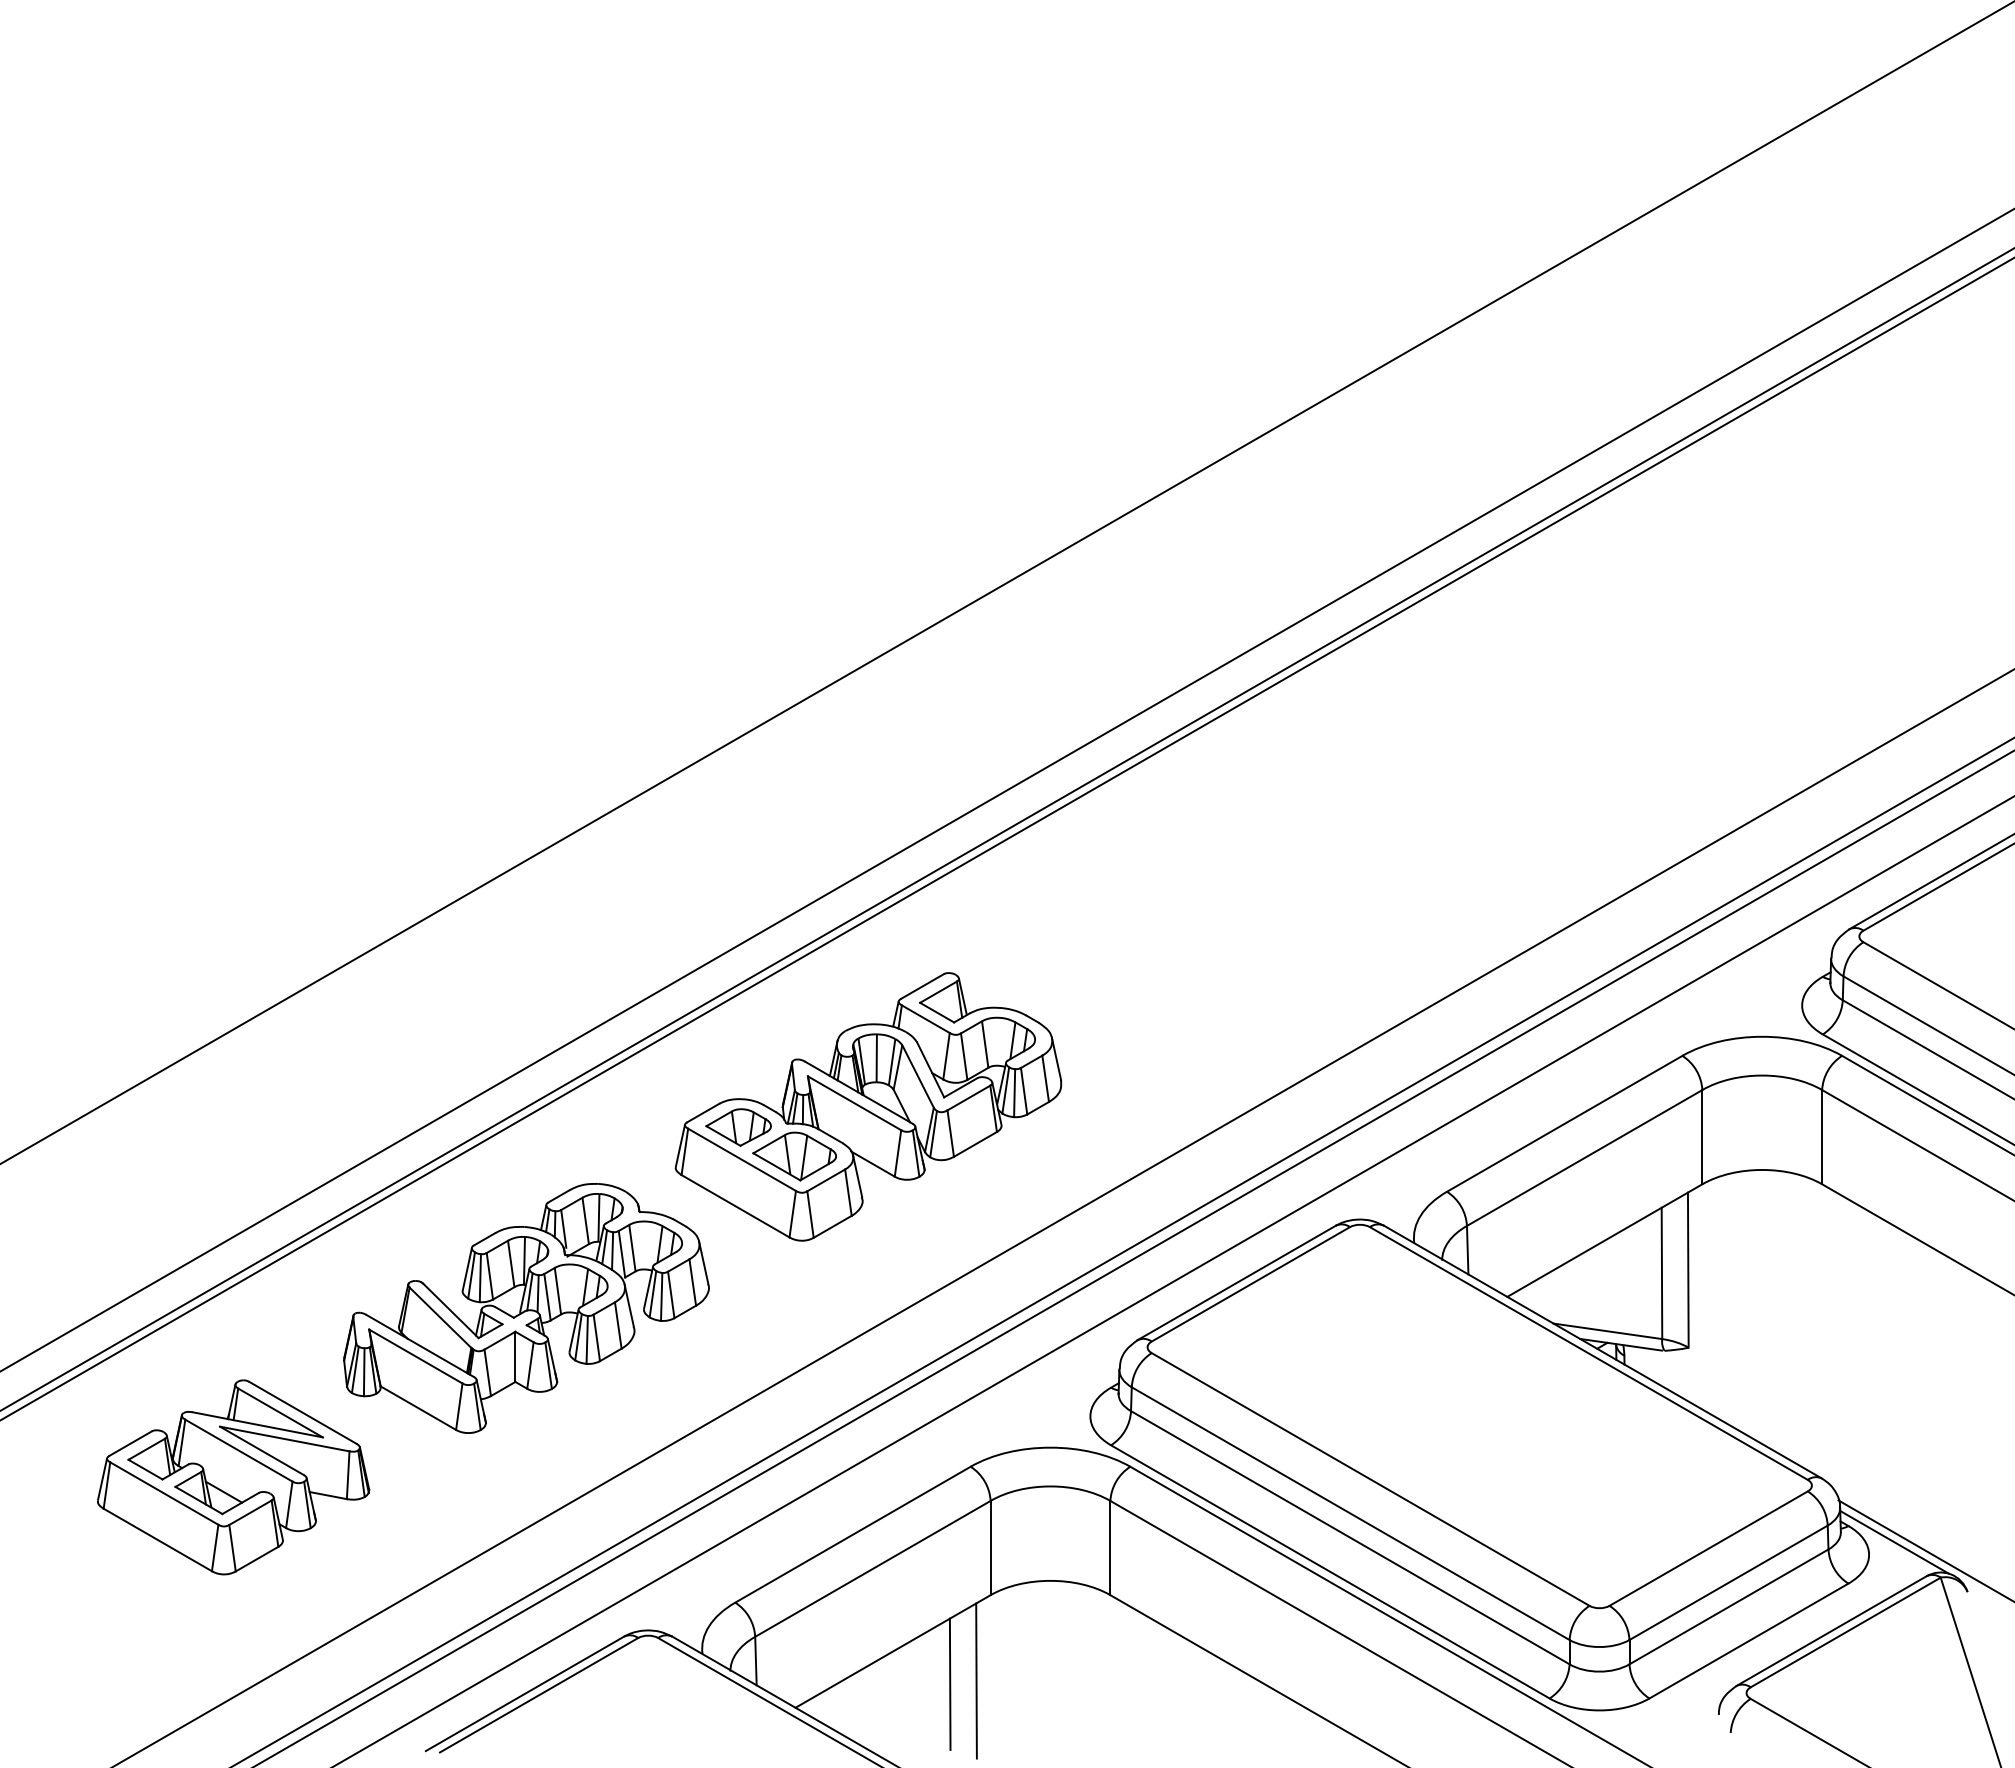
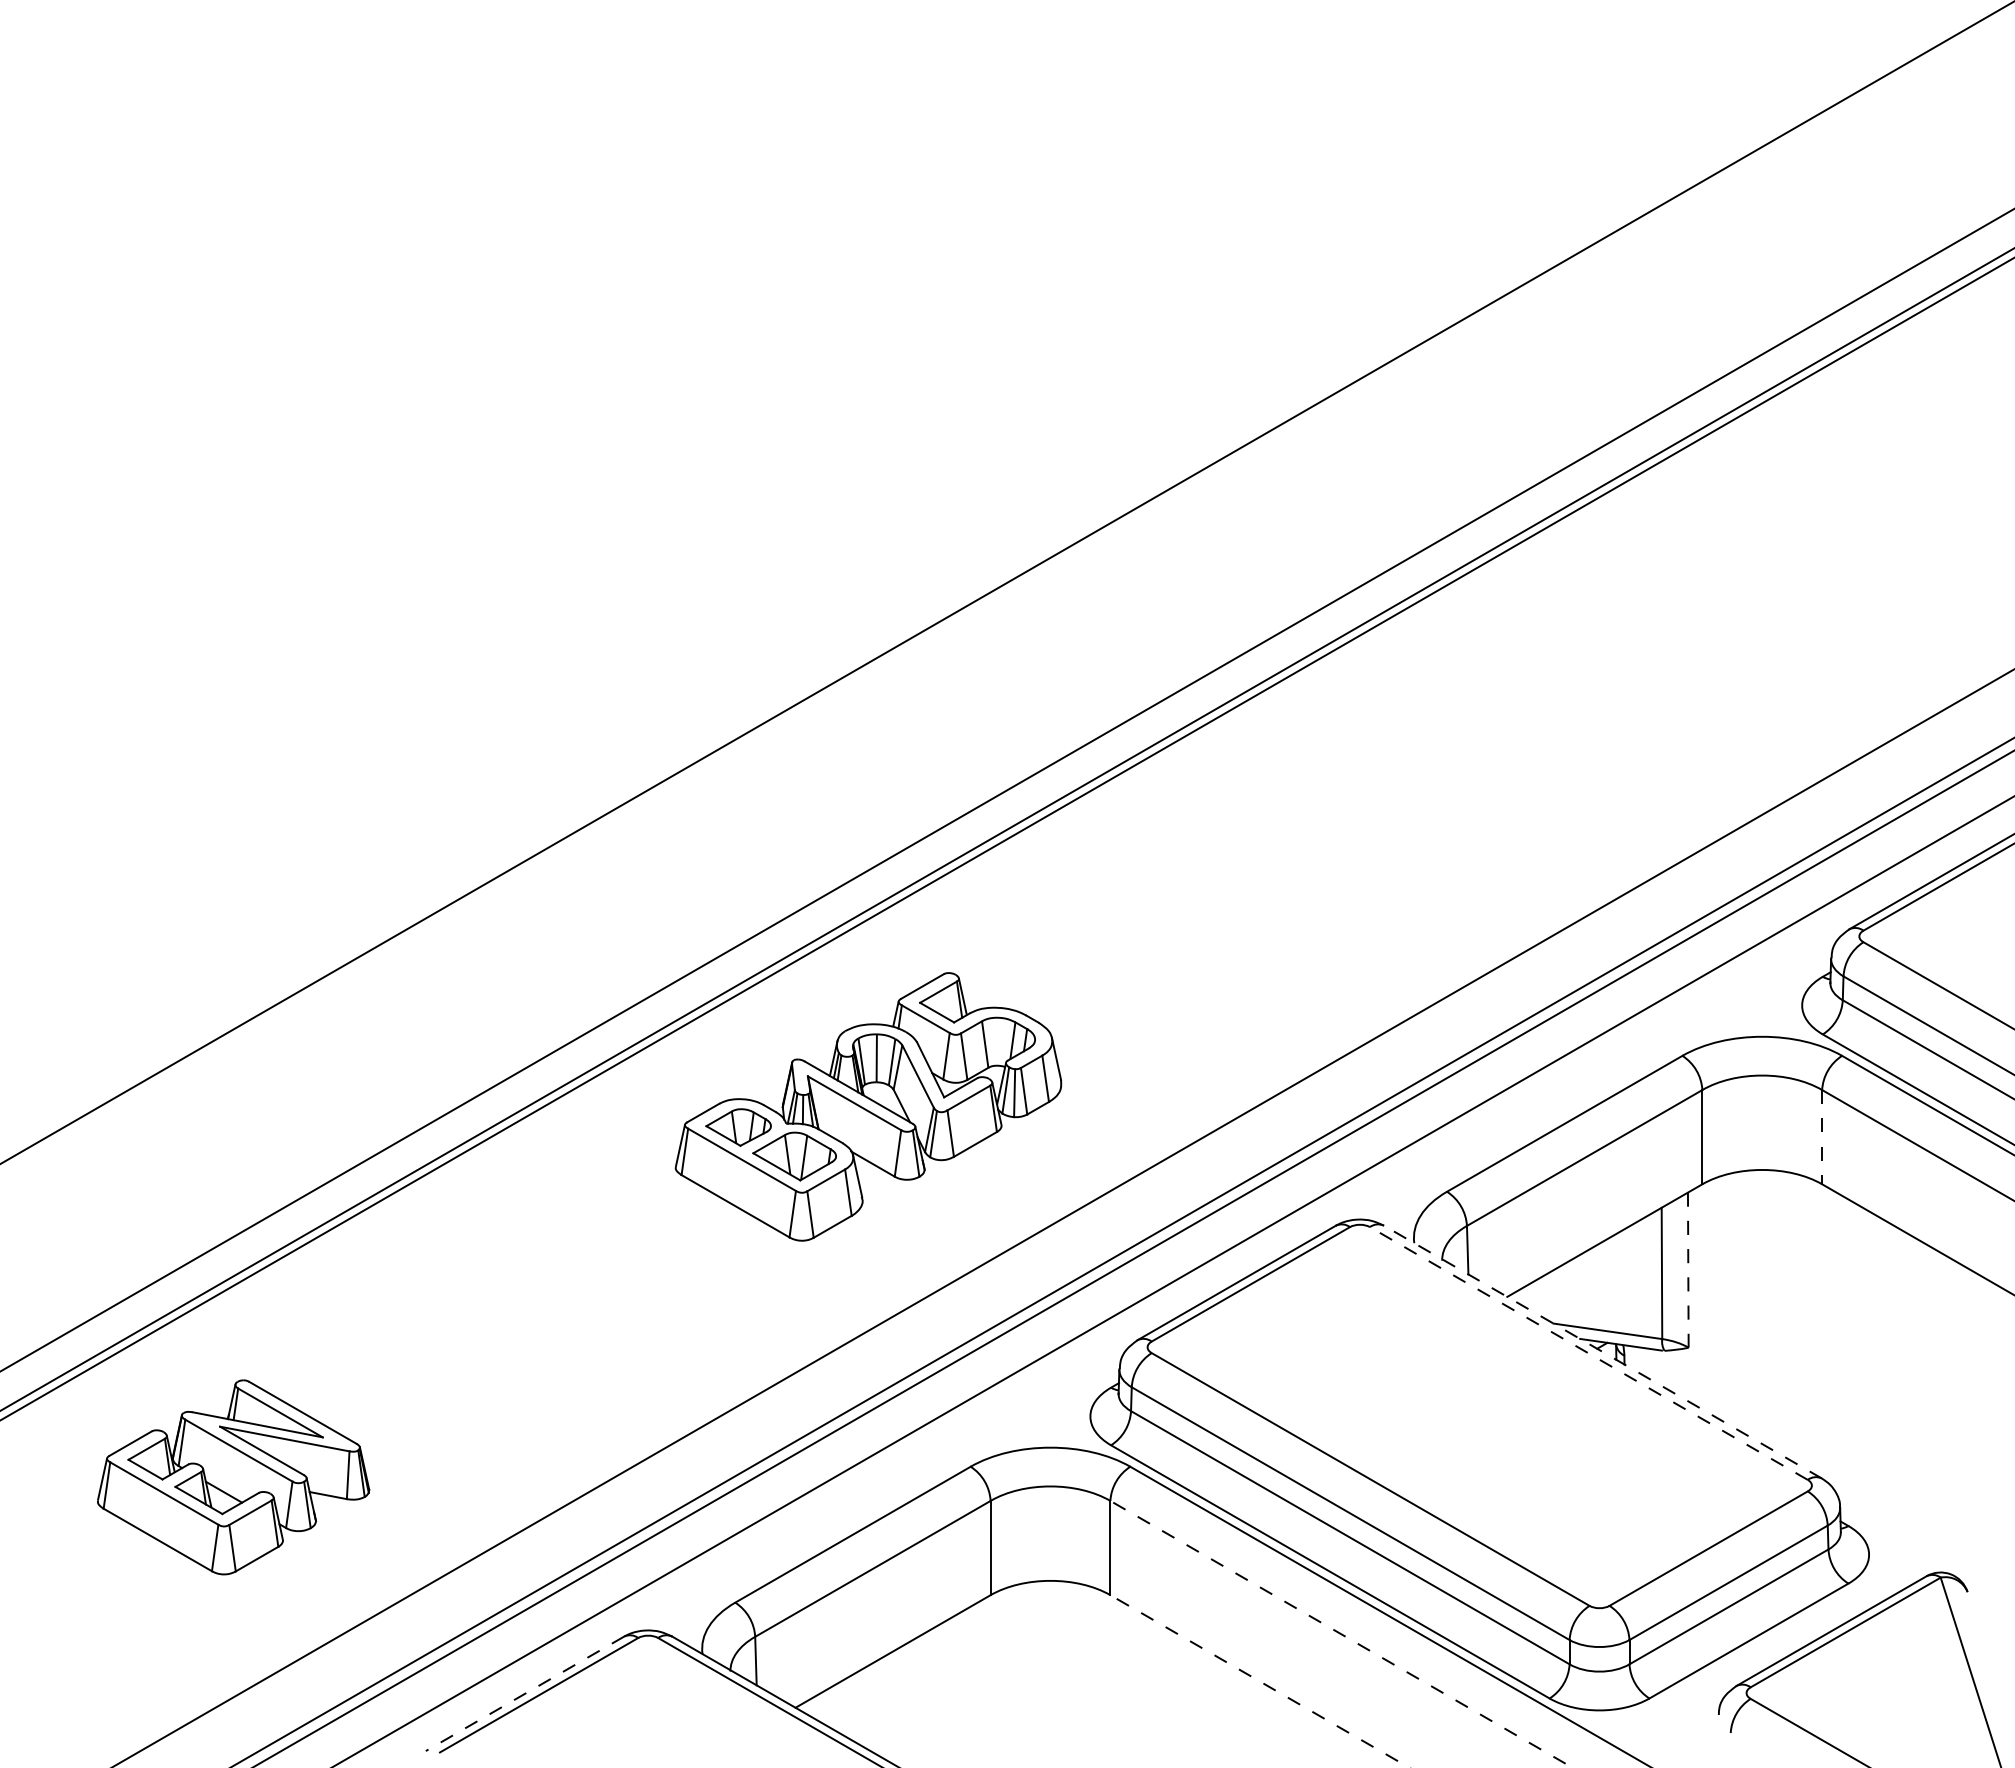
line at (1822, 1137): solid -> dashed
line at (1688, 1270): solid -> dashed
part at (526, 1308): present -> none
line at (1602, 1352): solid -> dashed
line at (1588, 1353): solid -> dashed
line at (1894, 1541): present -> none
line at (1924, 1550): present -> none
line at (1341, 1634): solid -> dashed
line at (976, 1680): present -> none
line at (1260, 1681): solid -> dashed
line at (949, 1683): present -> none
line at (524, 1694): solid -> dashed
